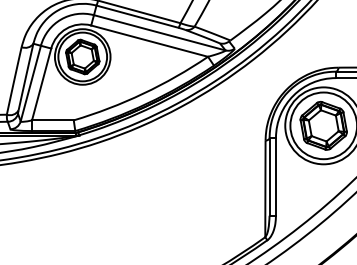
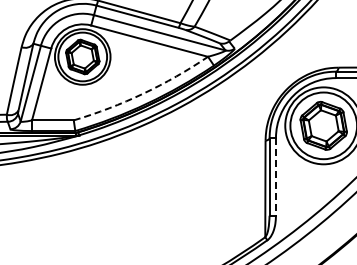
arc at (143, 93): solid -> dashed
line at (275, 176): solid -> dashed
